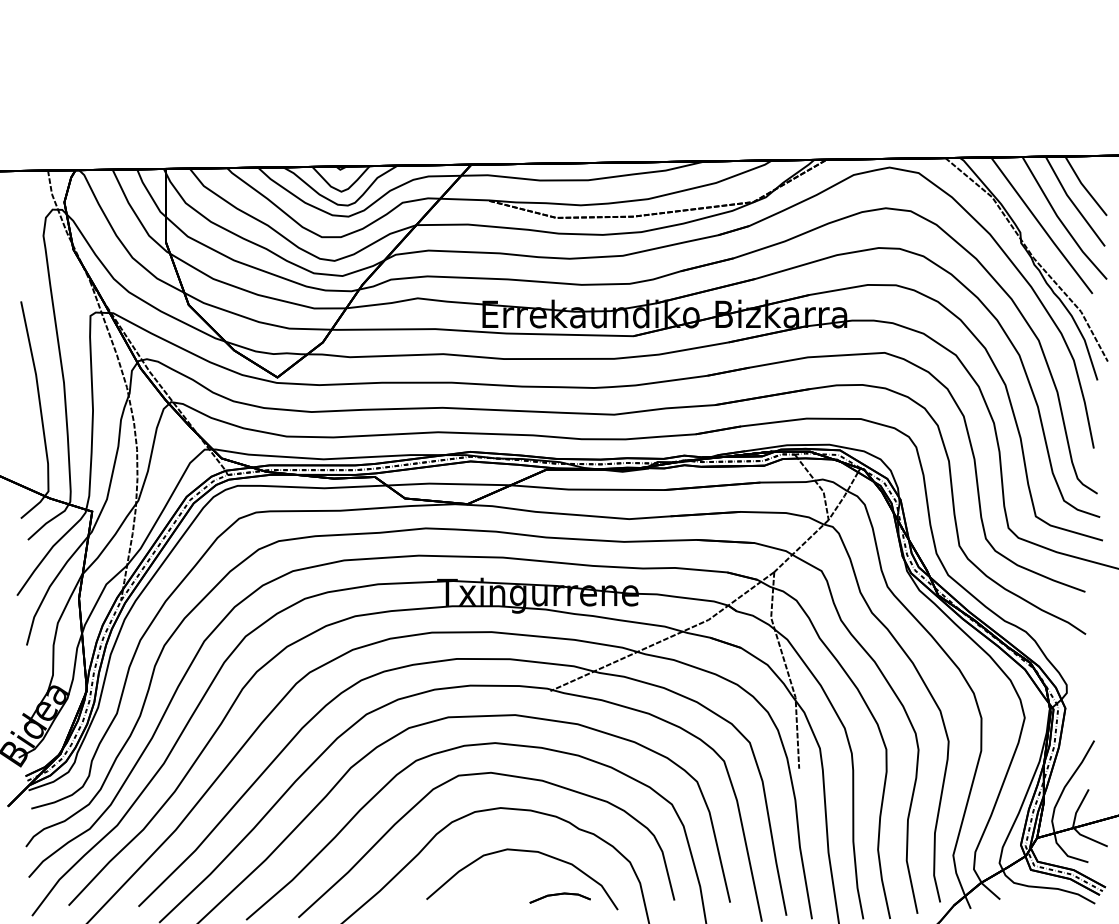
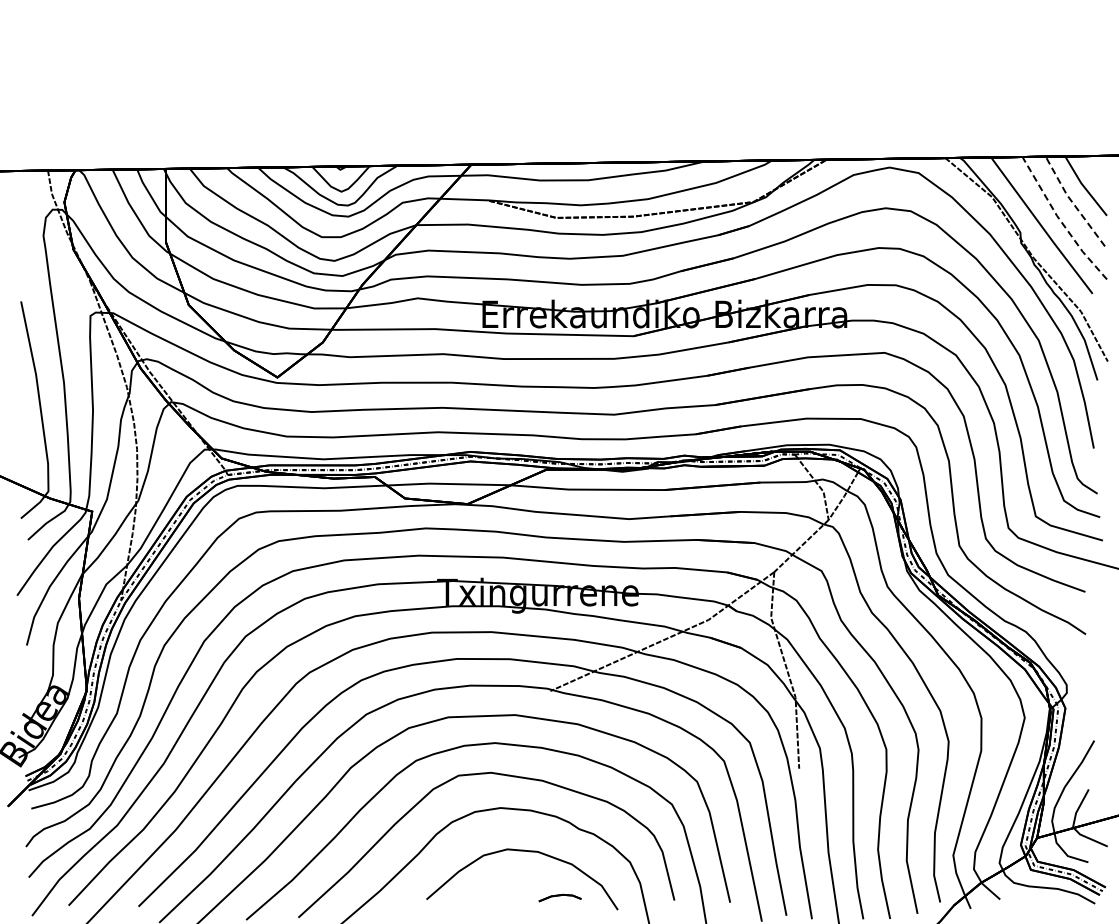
line at (1072, 202): solid -> dashed
line at (1060, 220): solid -> dashed
part at (559, 897) size: 62x12 px -> 44x10 px
